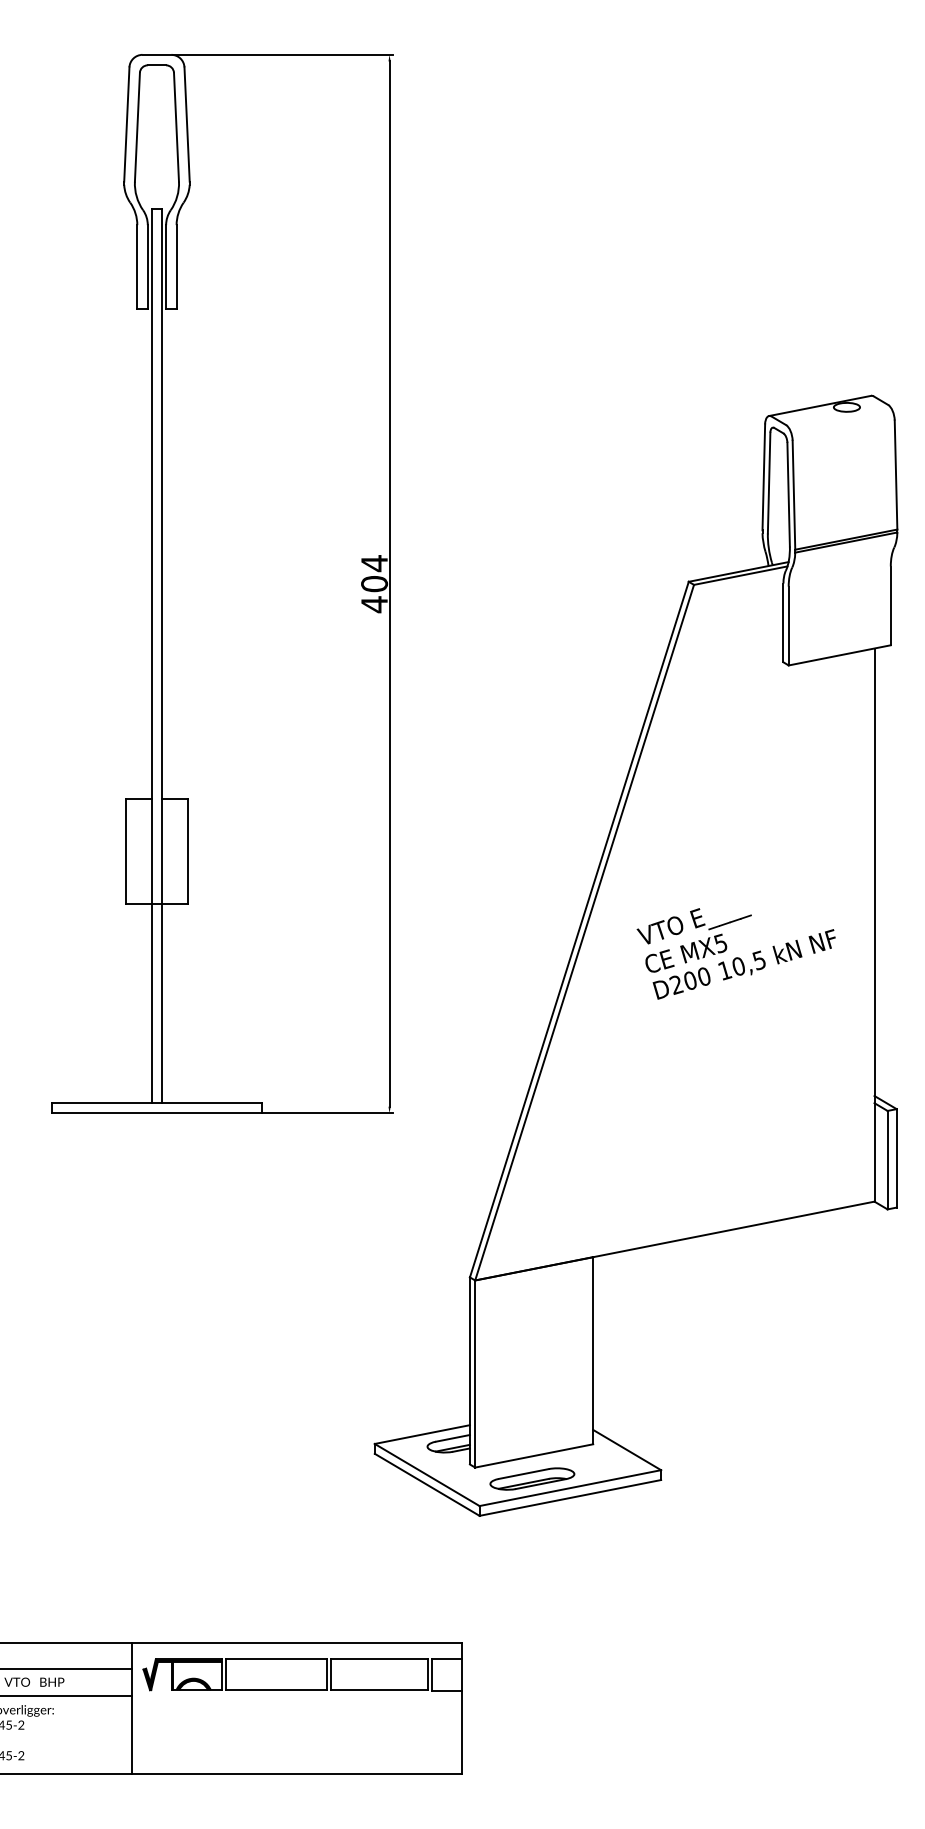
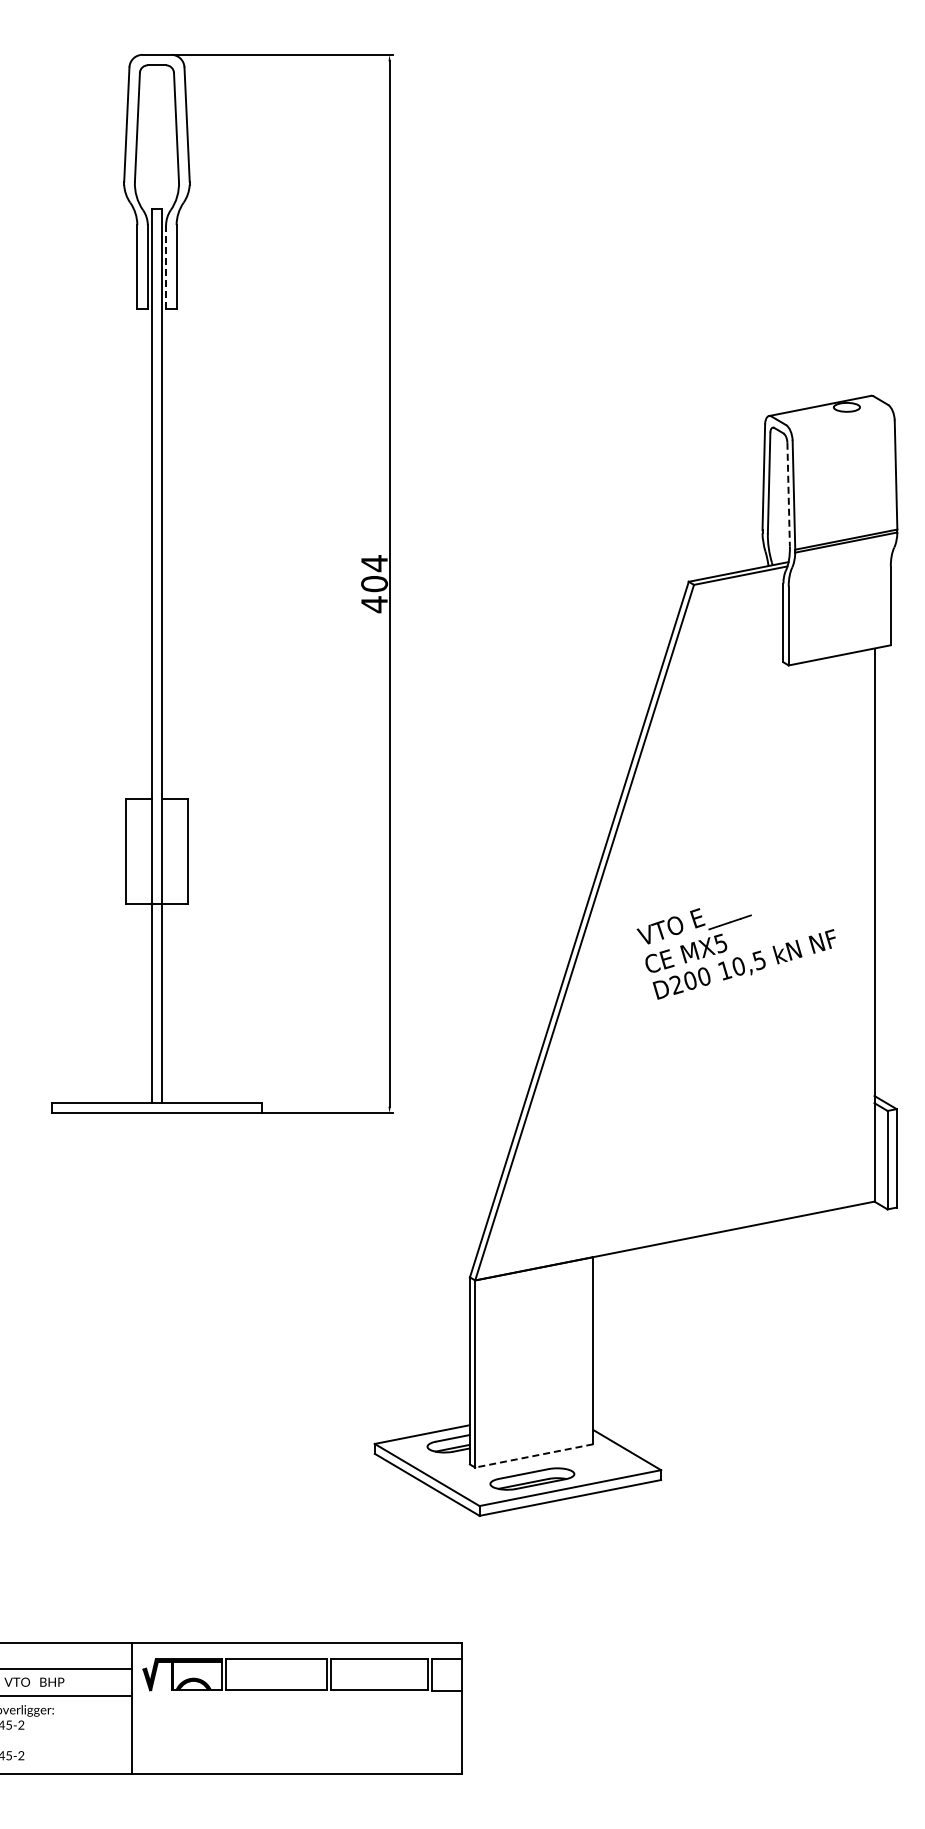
line at (166, 267): solid -> dashed
line at (788, 494): solid -> dashed
line at (533, 1456): solid -> dashed
